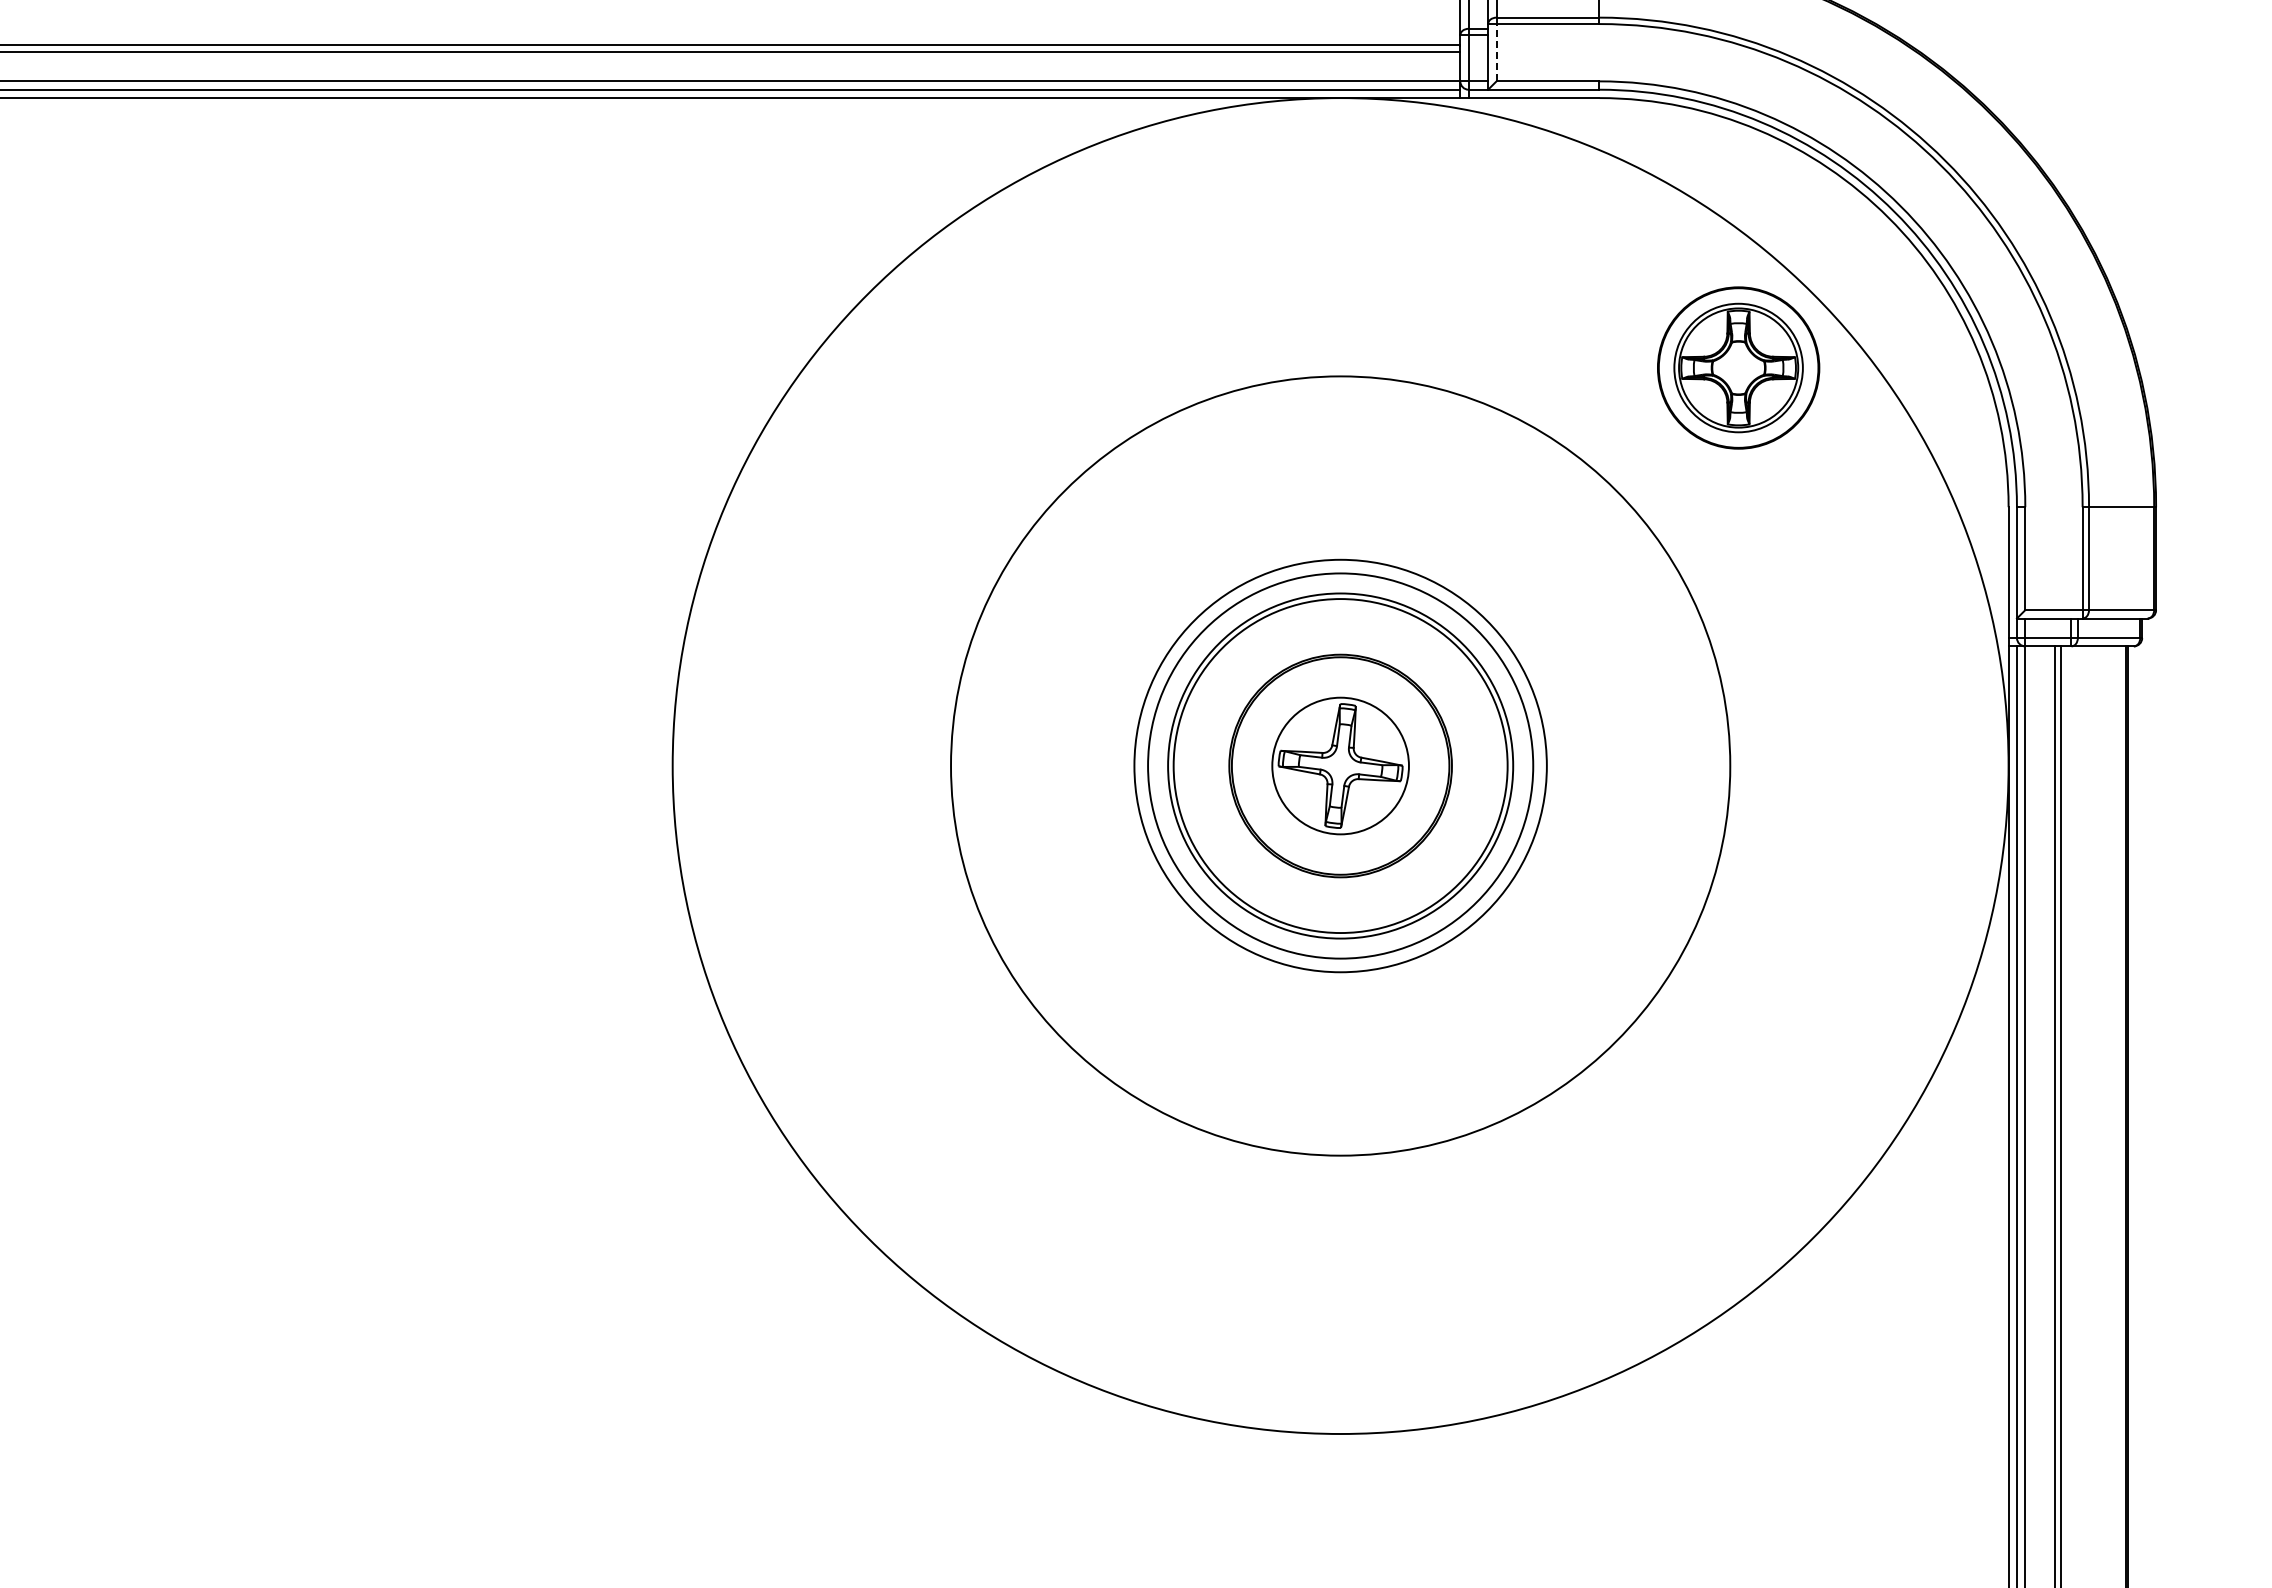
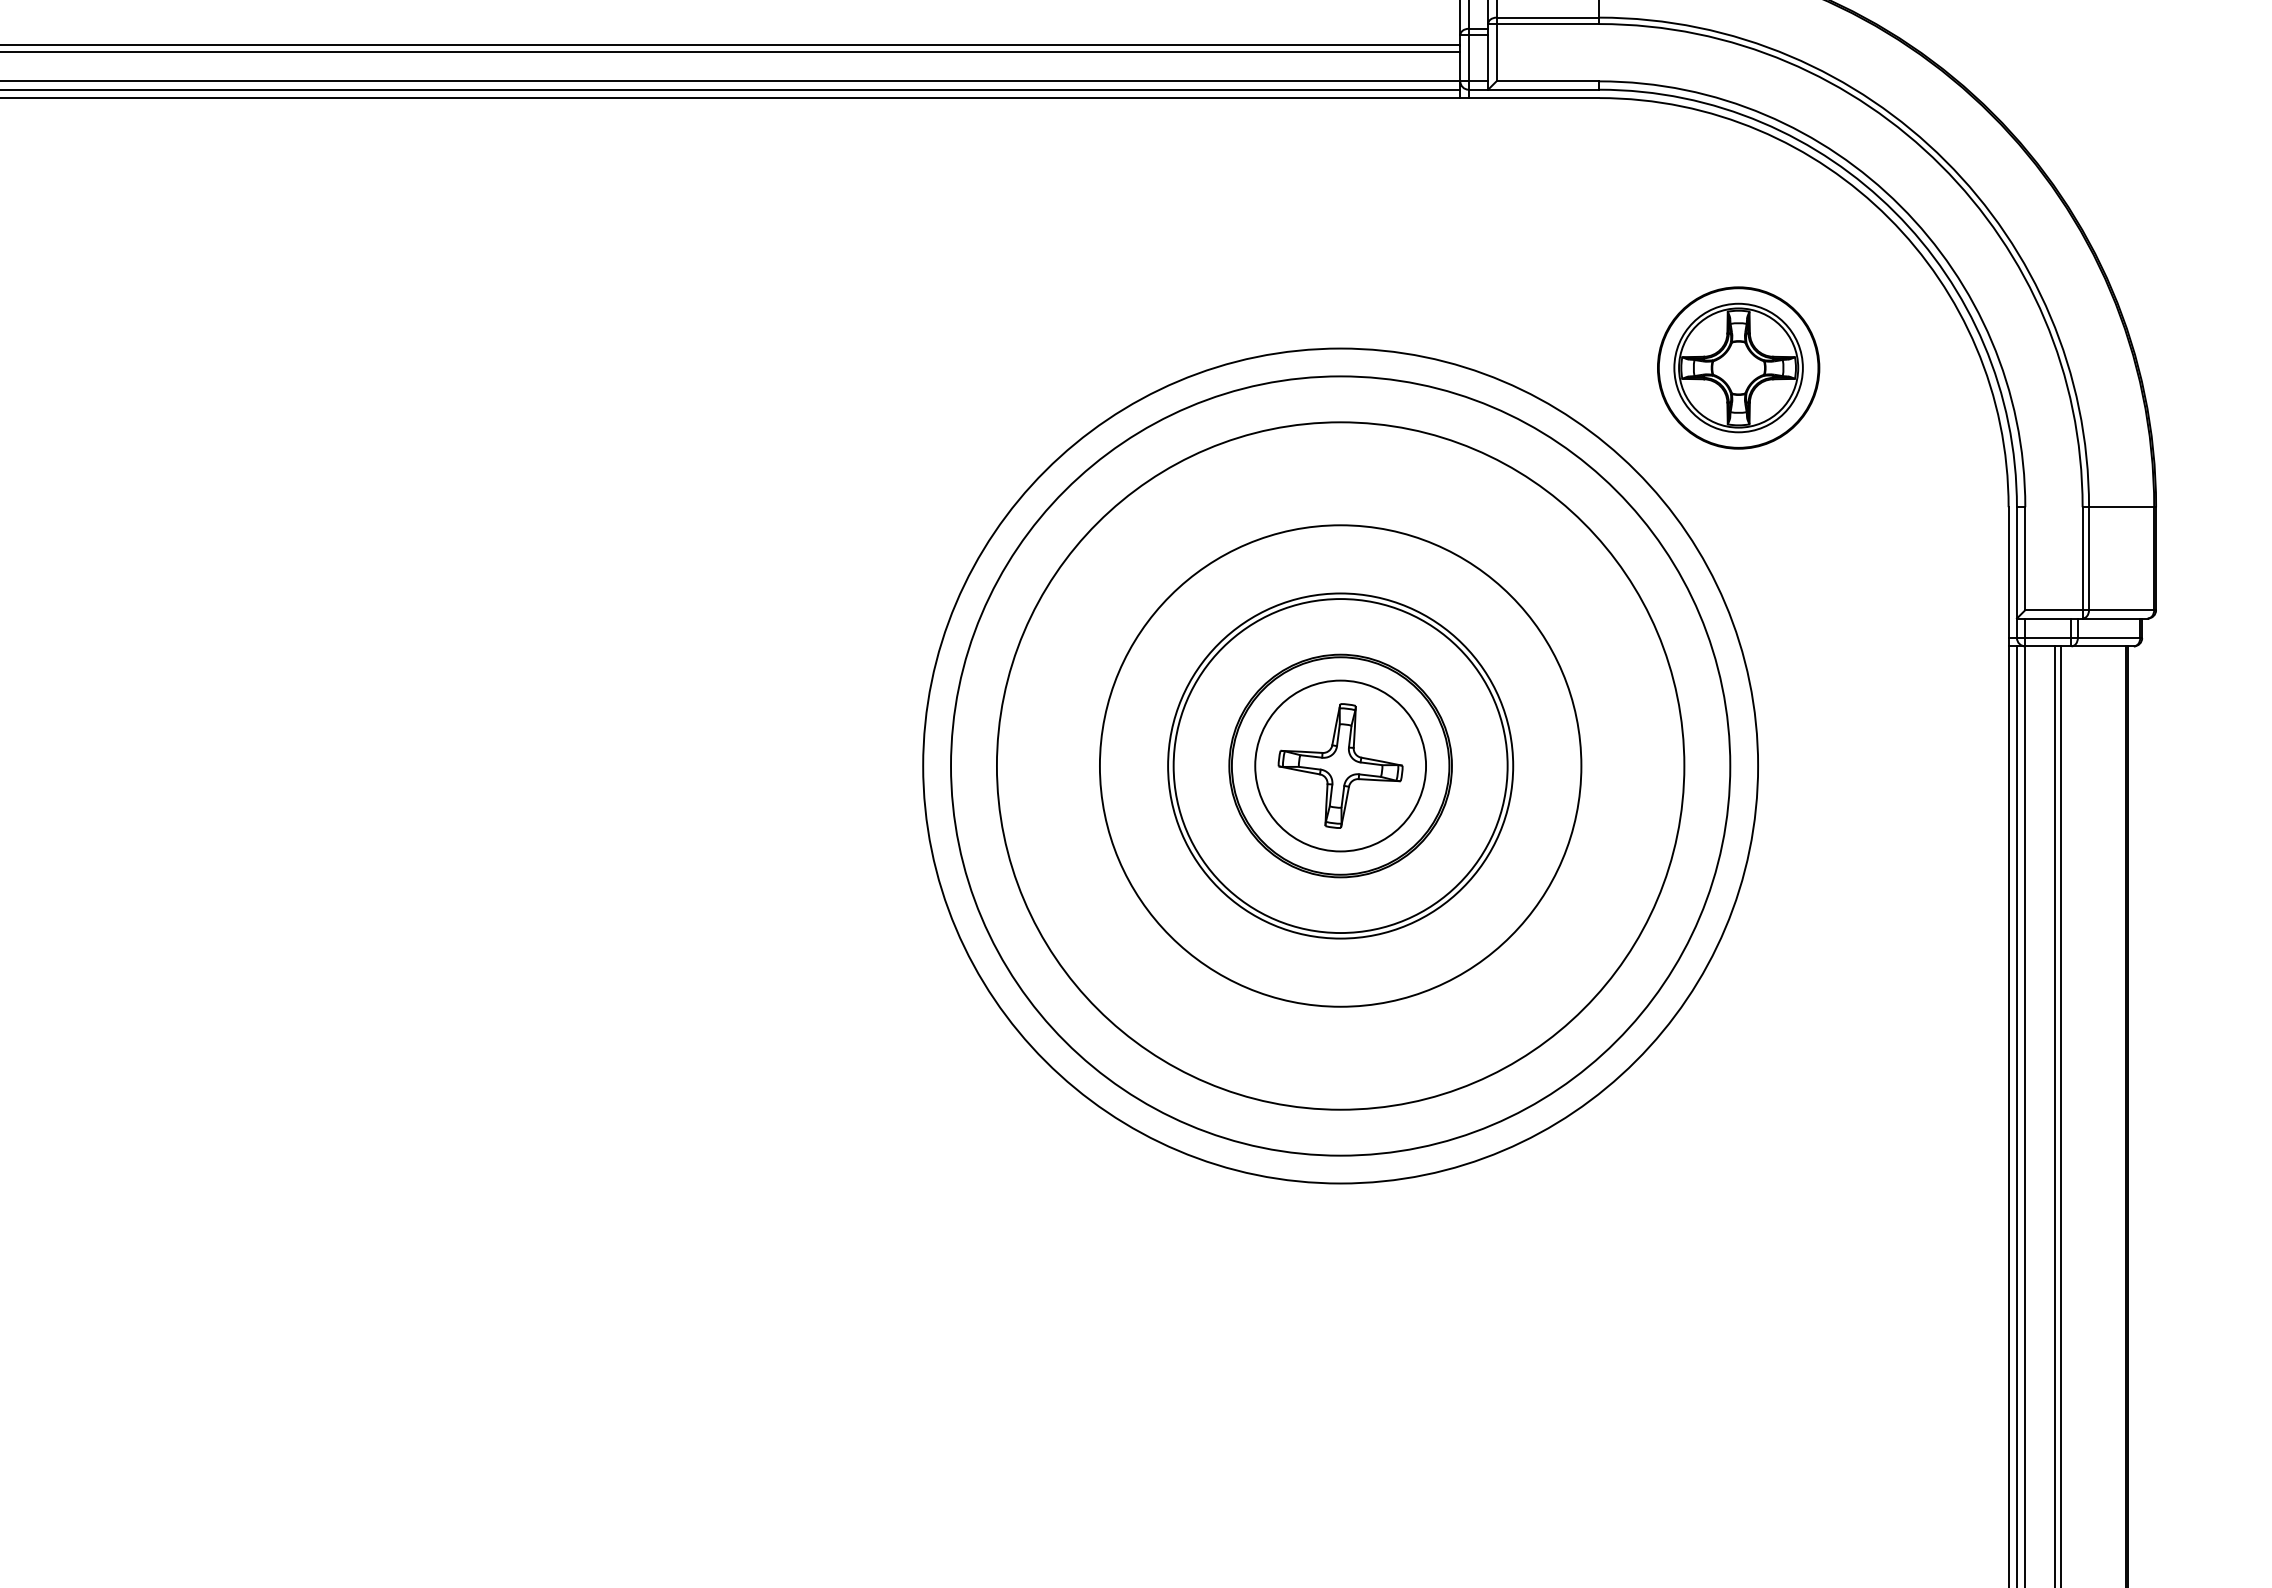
line at (1496, 52): dashed -> solid
circle at (1340, 765) diameter: 1336 px -> 835 px
circle at (1340, 765) diameter: 137 px -> 171 px
circle at (1340, 765) diameter: 385 px -> 481 px
circle at (1340, 765) diameter: 412 px -> 687 px
